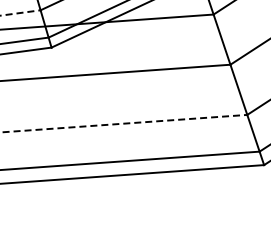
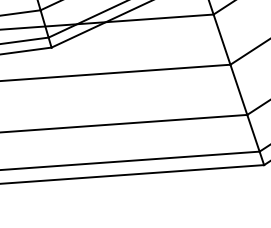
line at (21, 12): dashed -> solid
line at (123, 123): dashed -> solid
